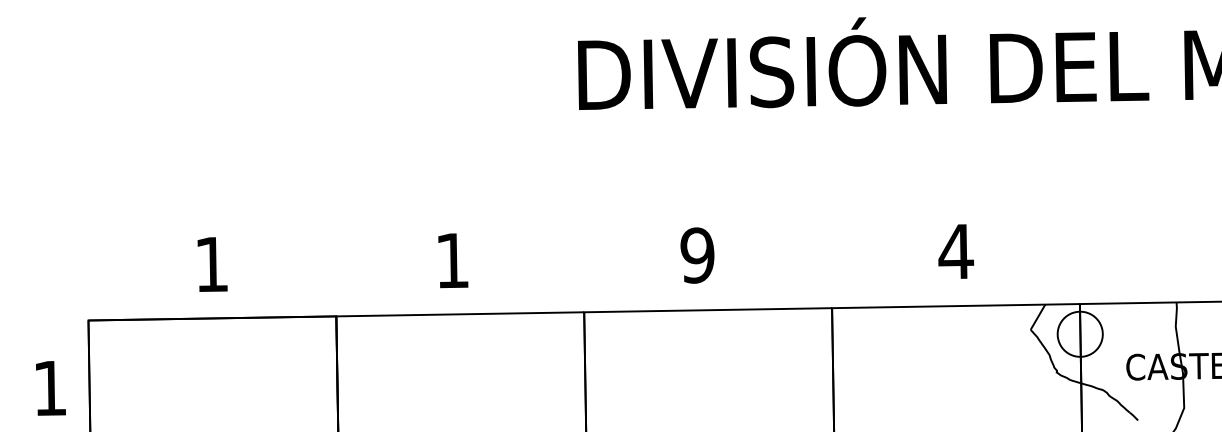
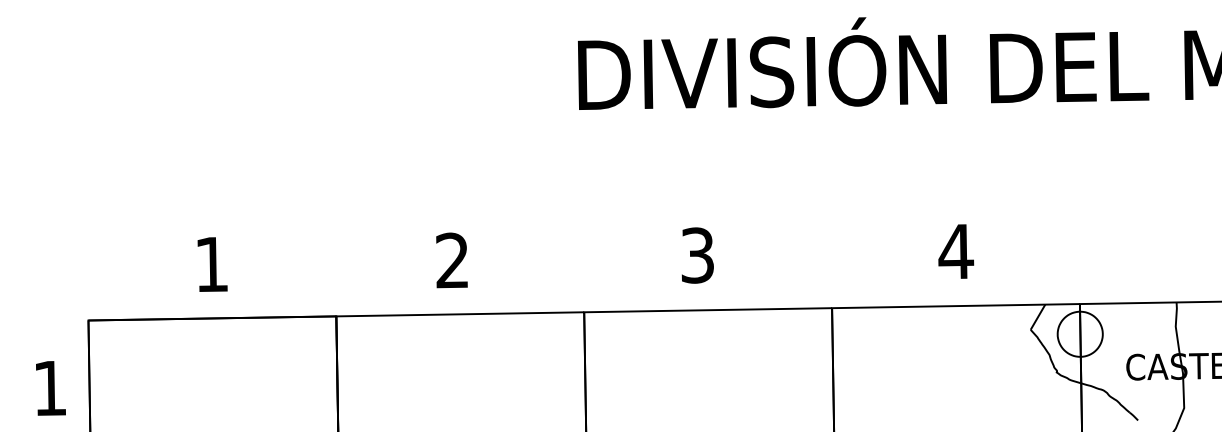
text at (697, 255): 9 -> 3
text at (452, 260): 1 -> 2
